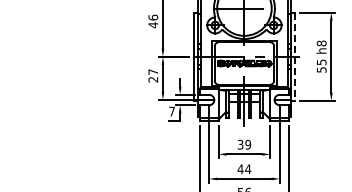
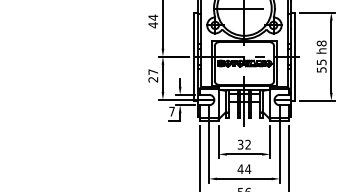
text at (153, 17): 46 -> 44
line at (295, 57): dashed -> solid
text at (248, 144): 39 -> 32
